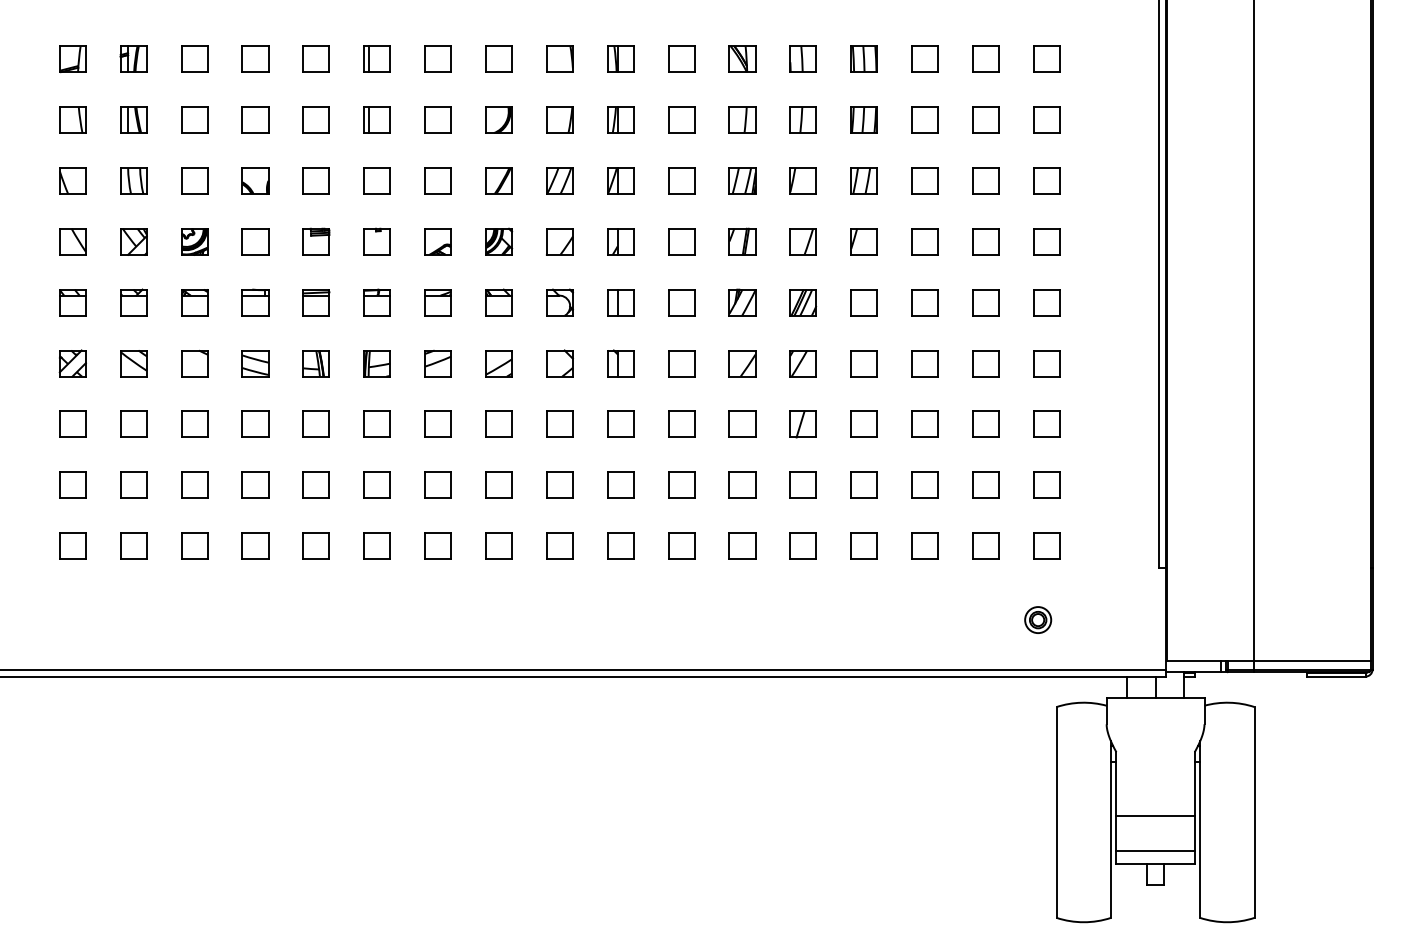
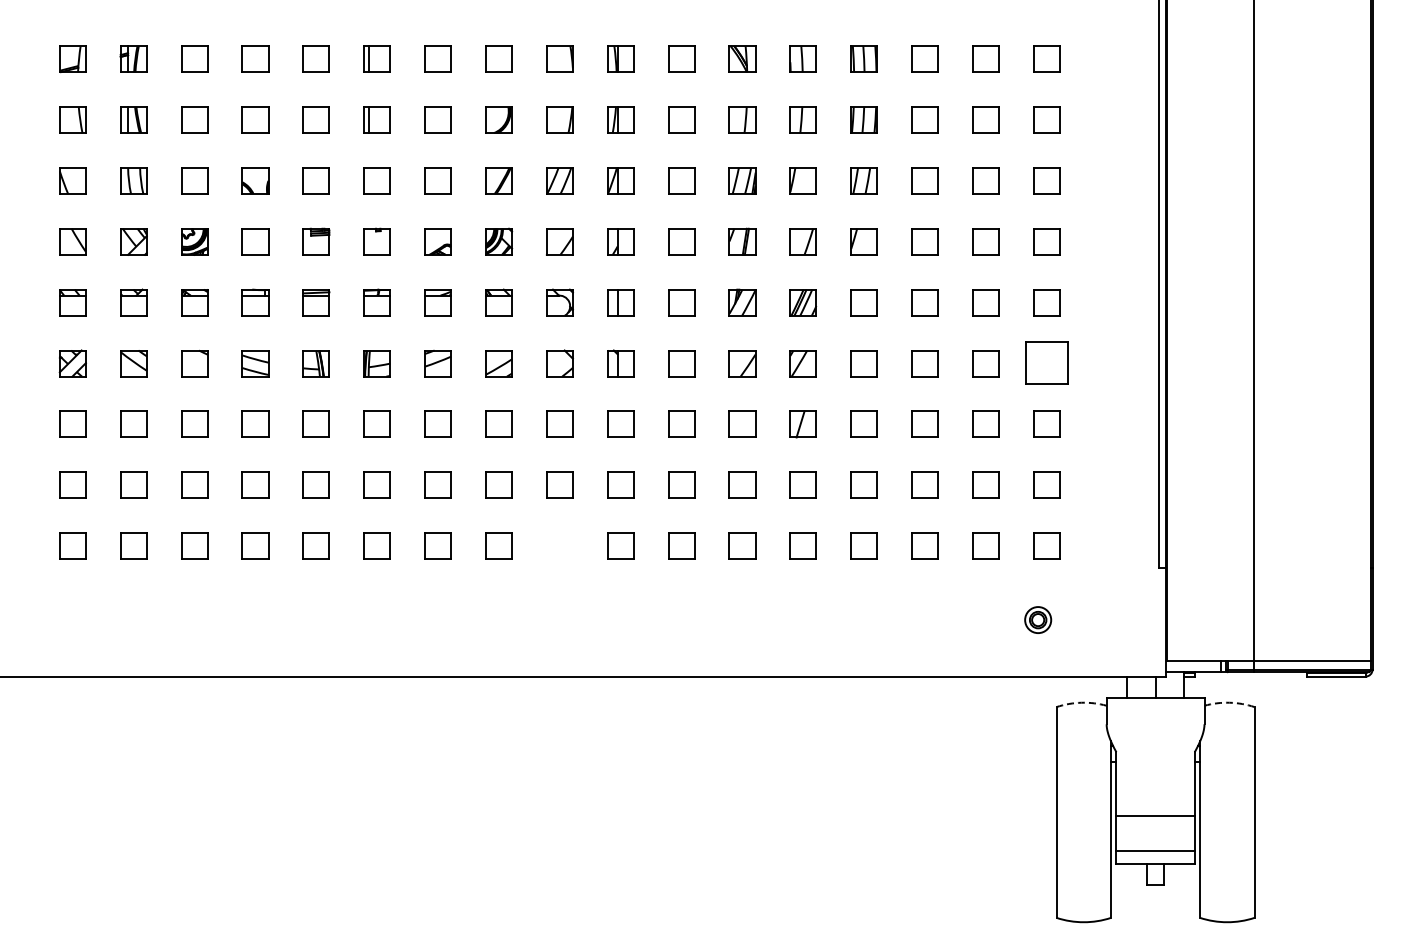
part at (1046, 363) size: 28x28 px -> 44x44 px
part at (559, 545): present -> none
line at (584, 669): present -> none
arc at (1081, 702): solid -> dashed
arc at (1229, 702): solid -> dashed
